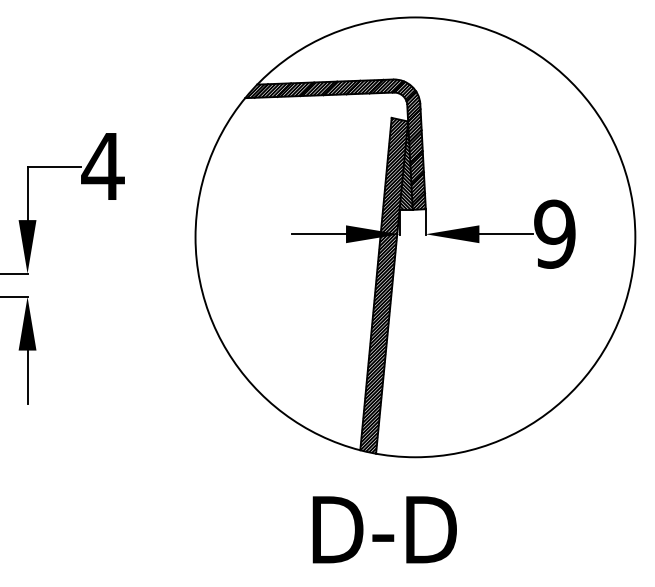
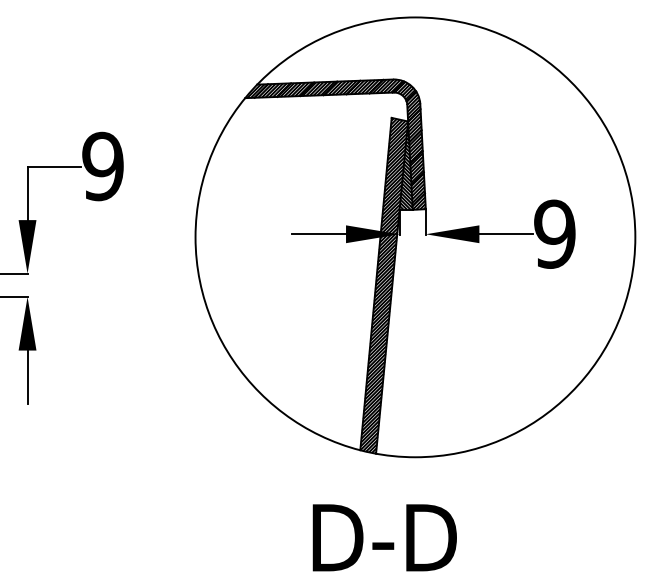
text at (102, 166): 4 -> 9
text at (384, 529) position: (384, 529) -> (384, 537)
